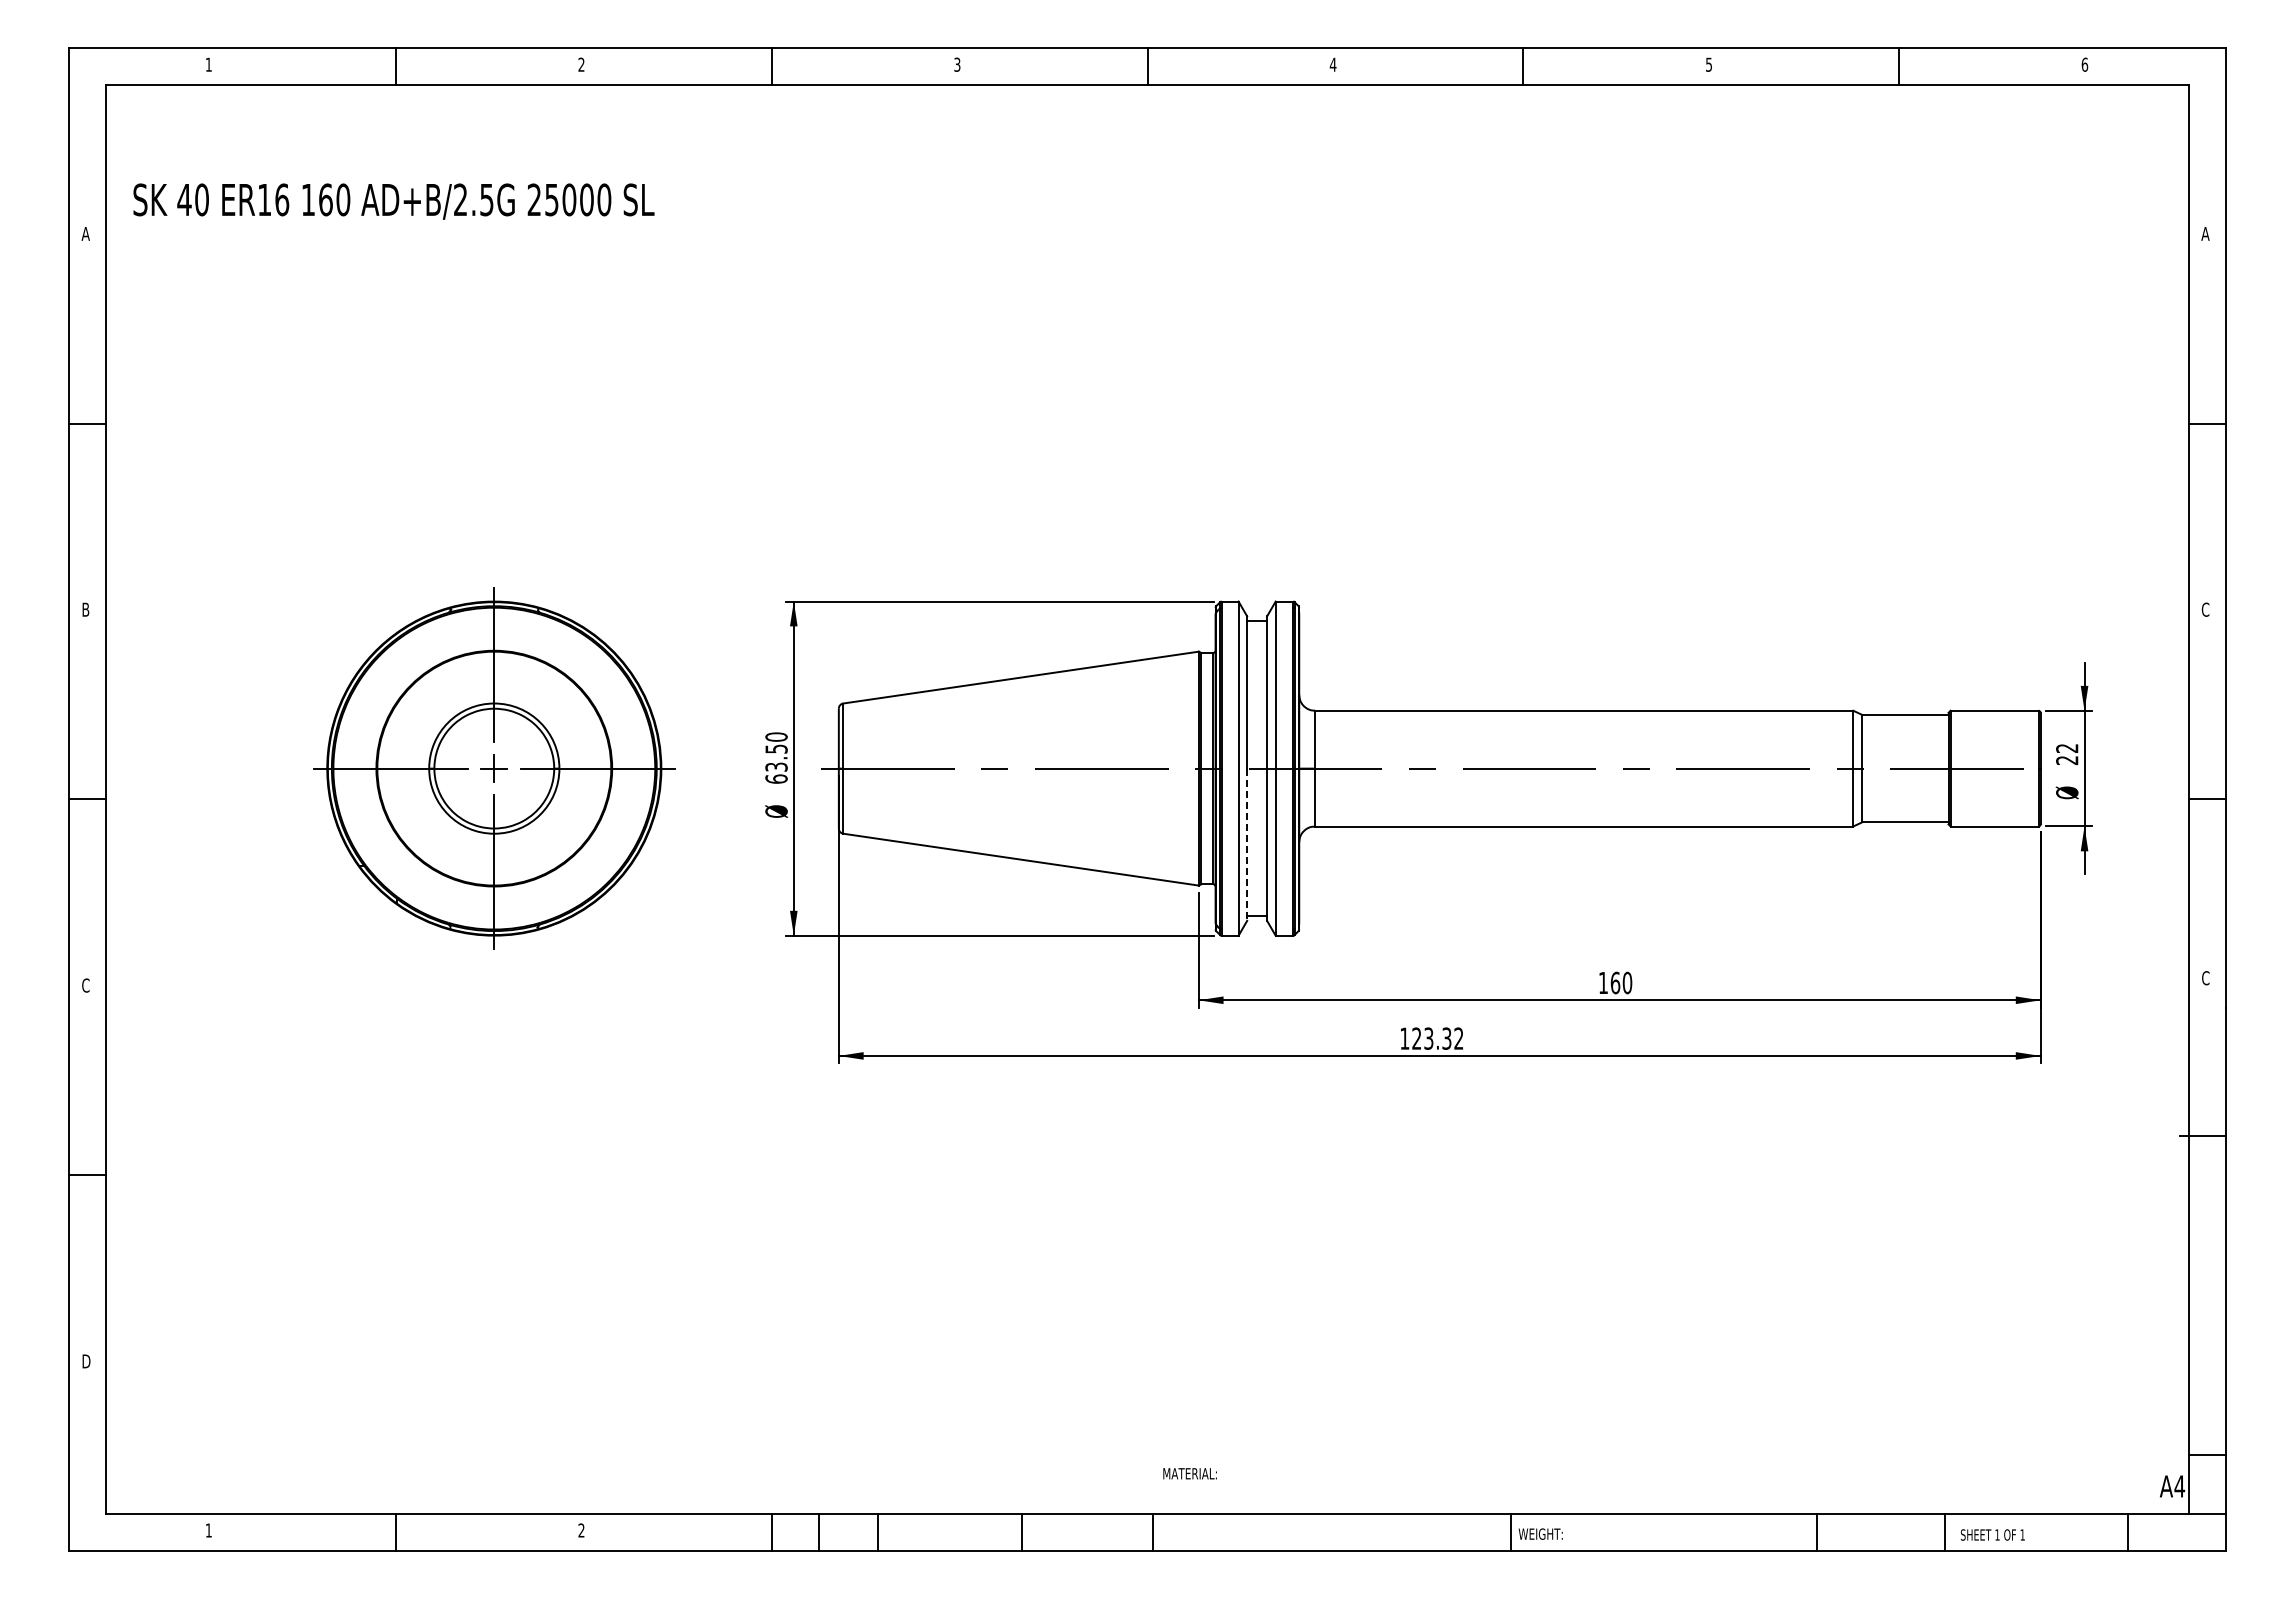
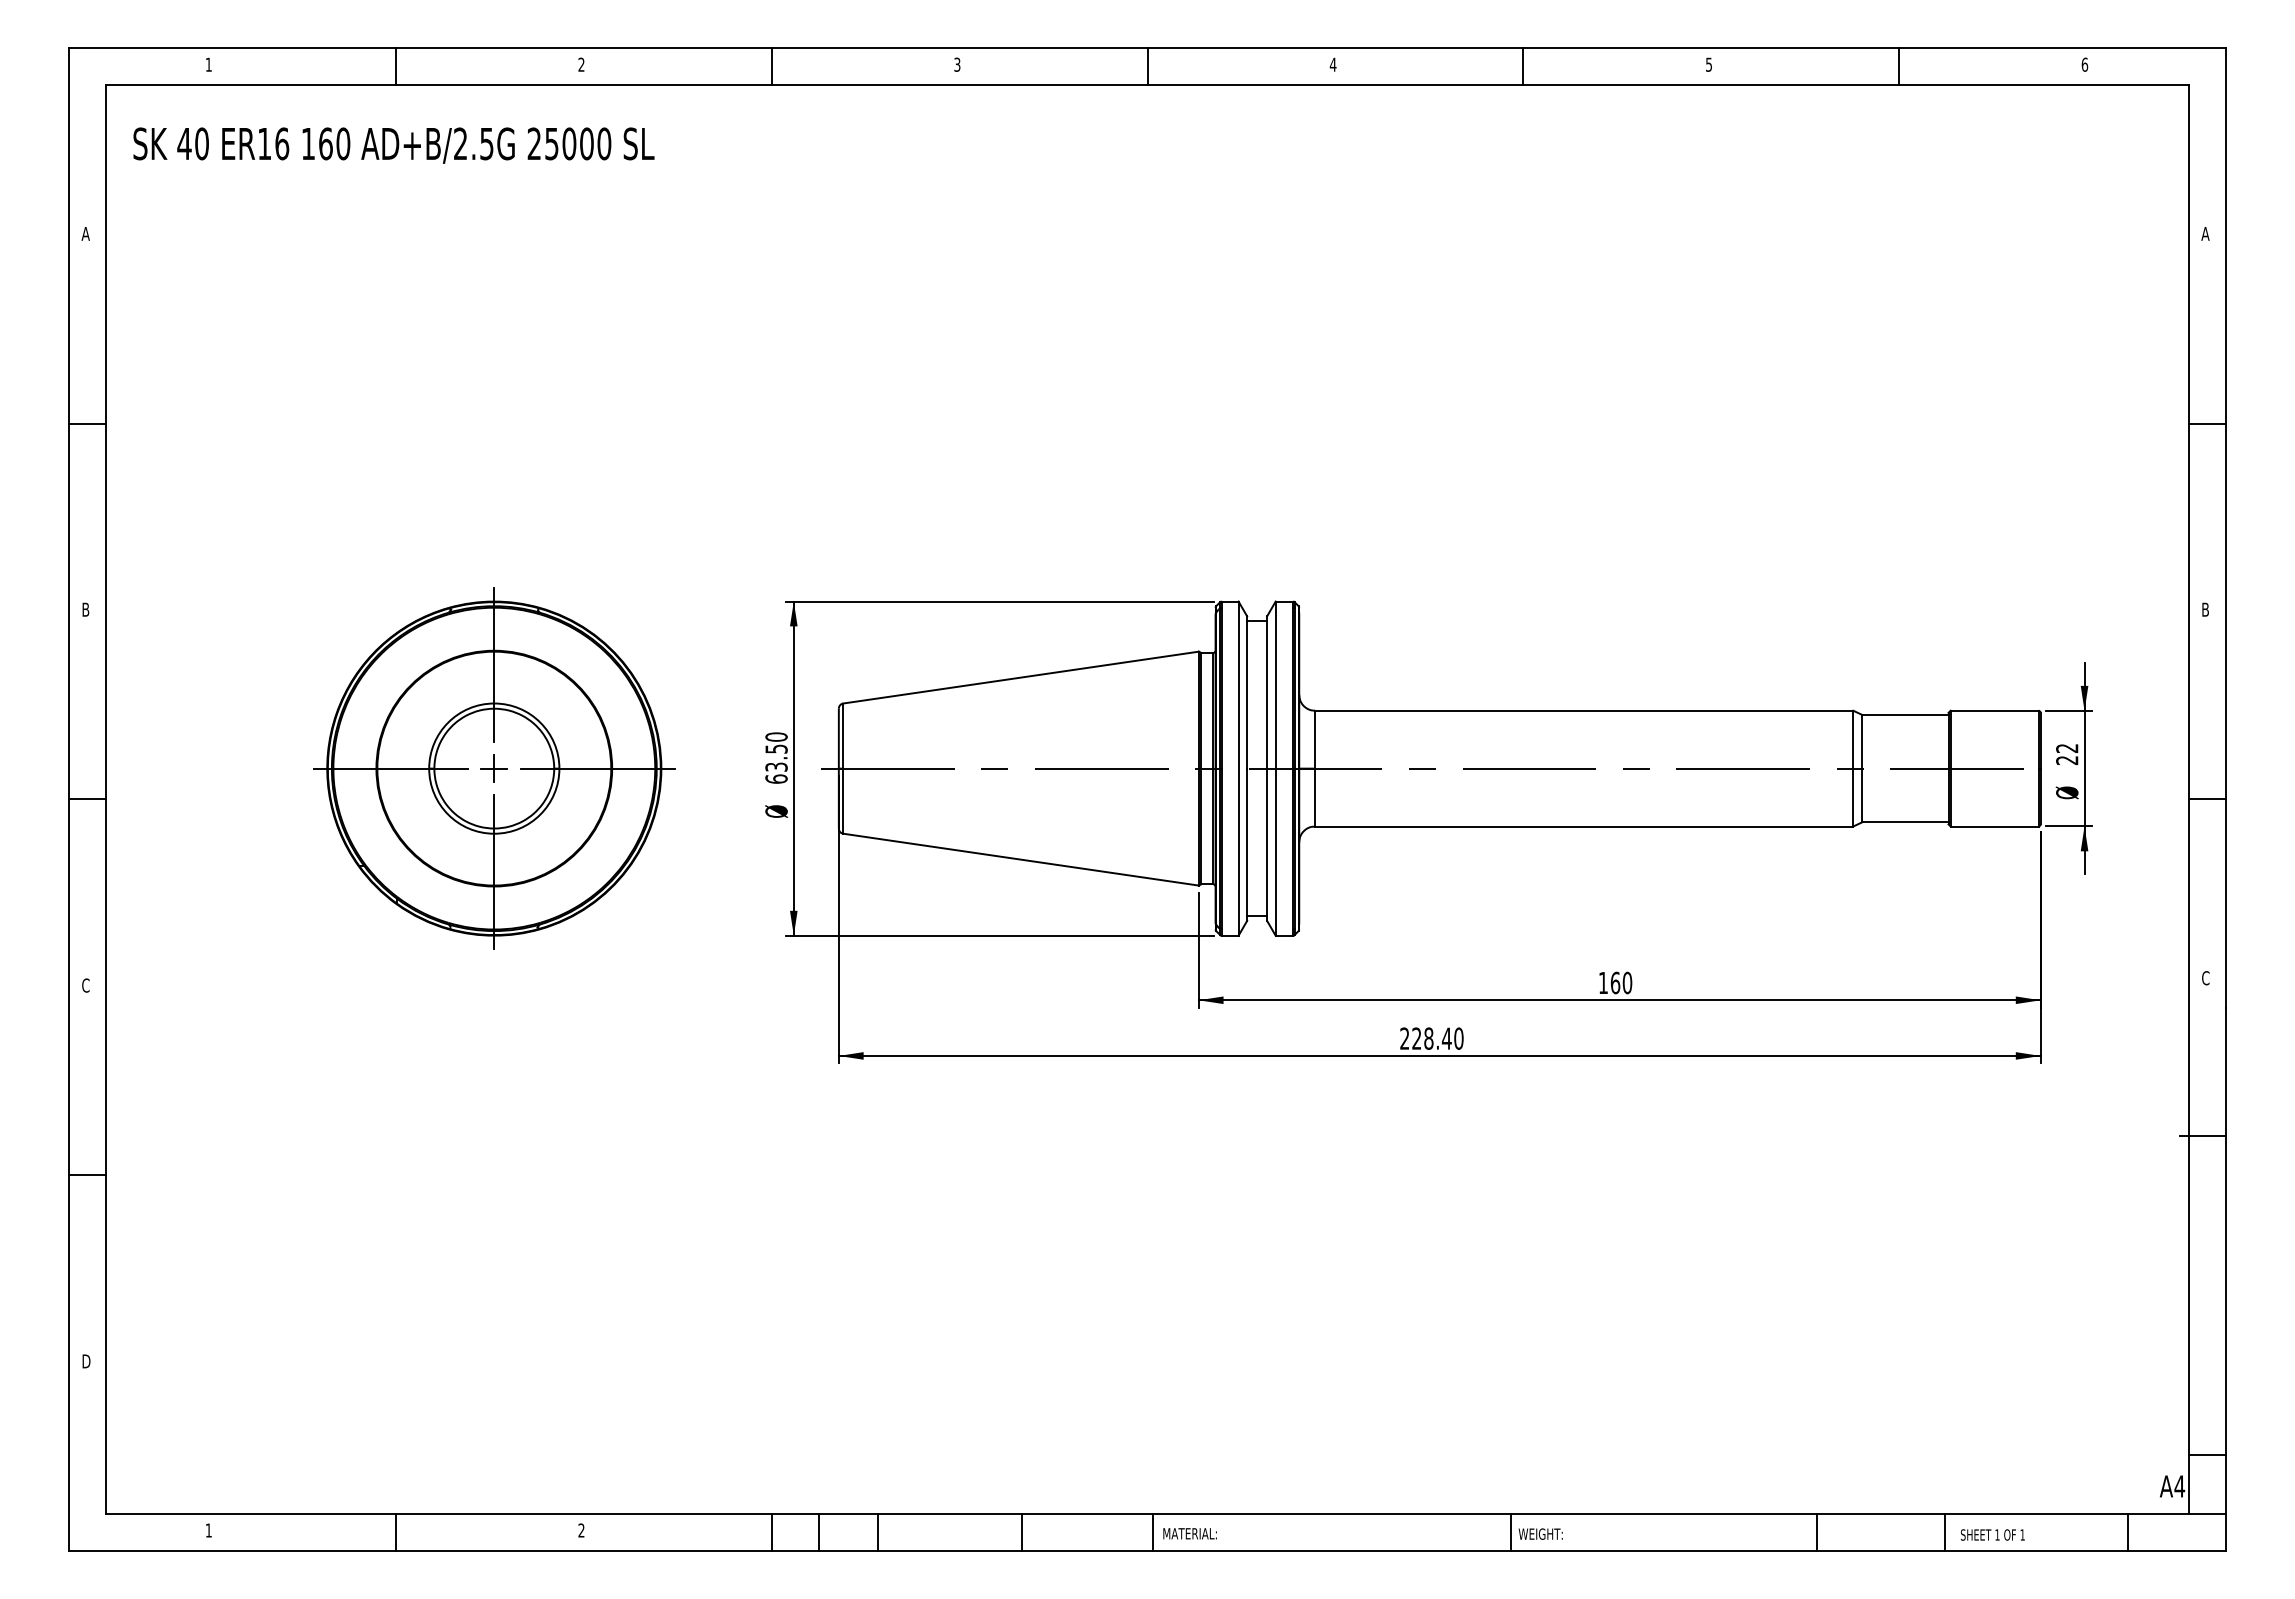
text at (393, 201) position: (393, 201) -> (393, 145)
text at (2205, 609): C -> B
line at (1247, 845): dashed -> solid
text at (1431, 1038): 123.32 -> 228.40
text at (1189, 1473) position: (1189, 1473) -> (1189, 1533)
